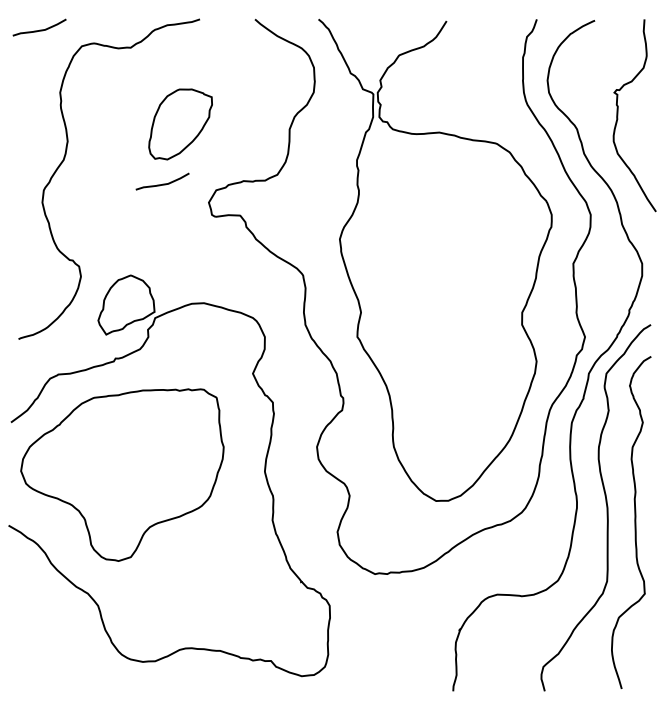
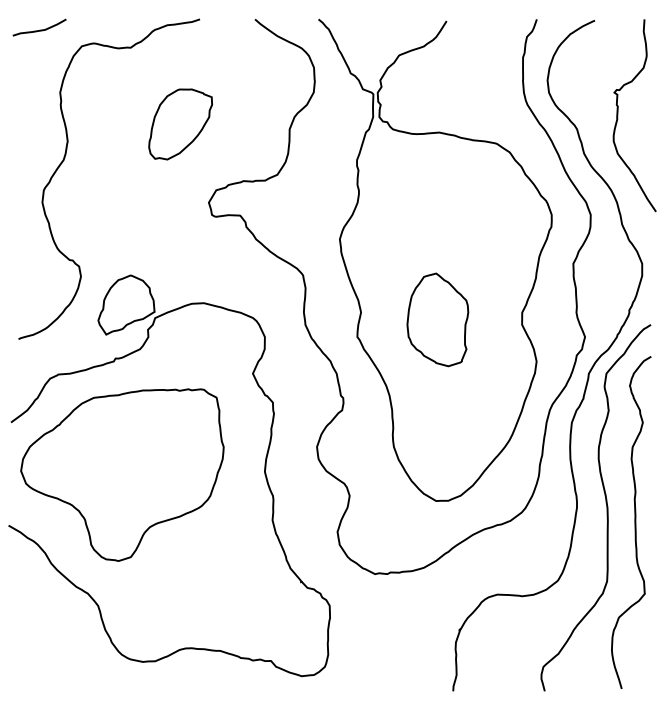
curve at (162, 183): present -> none
part at (437, 319): none -> present
